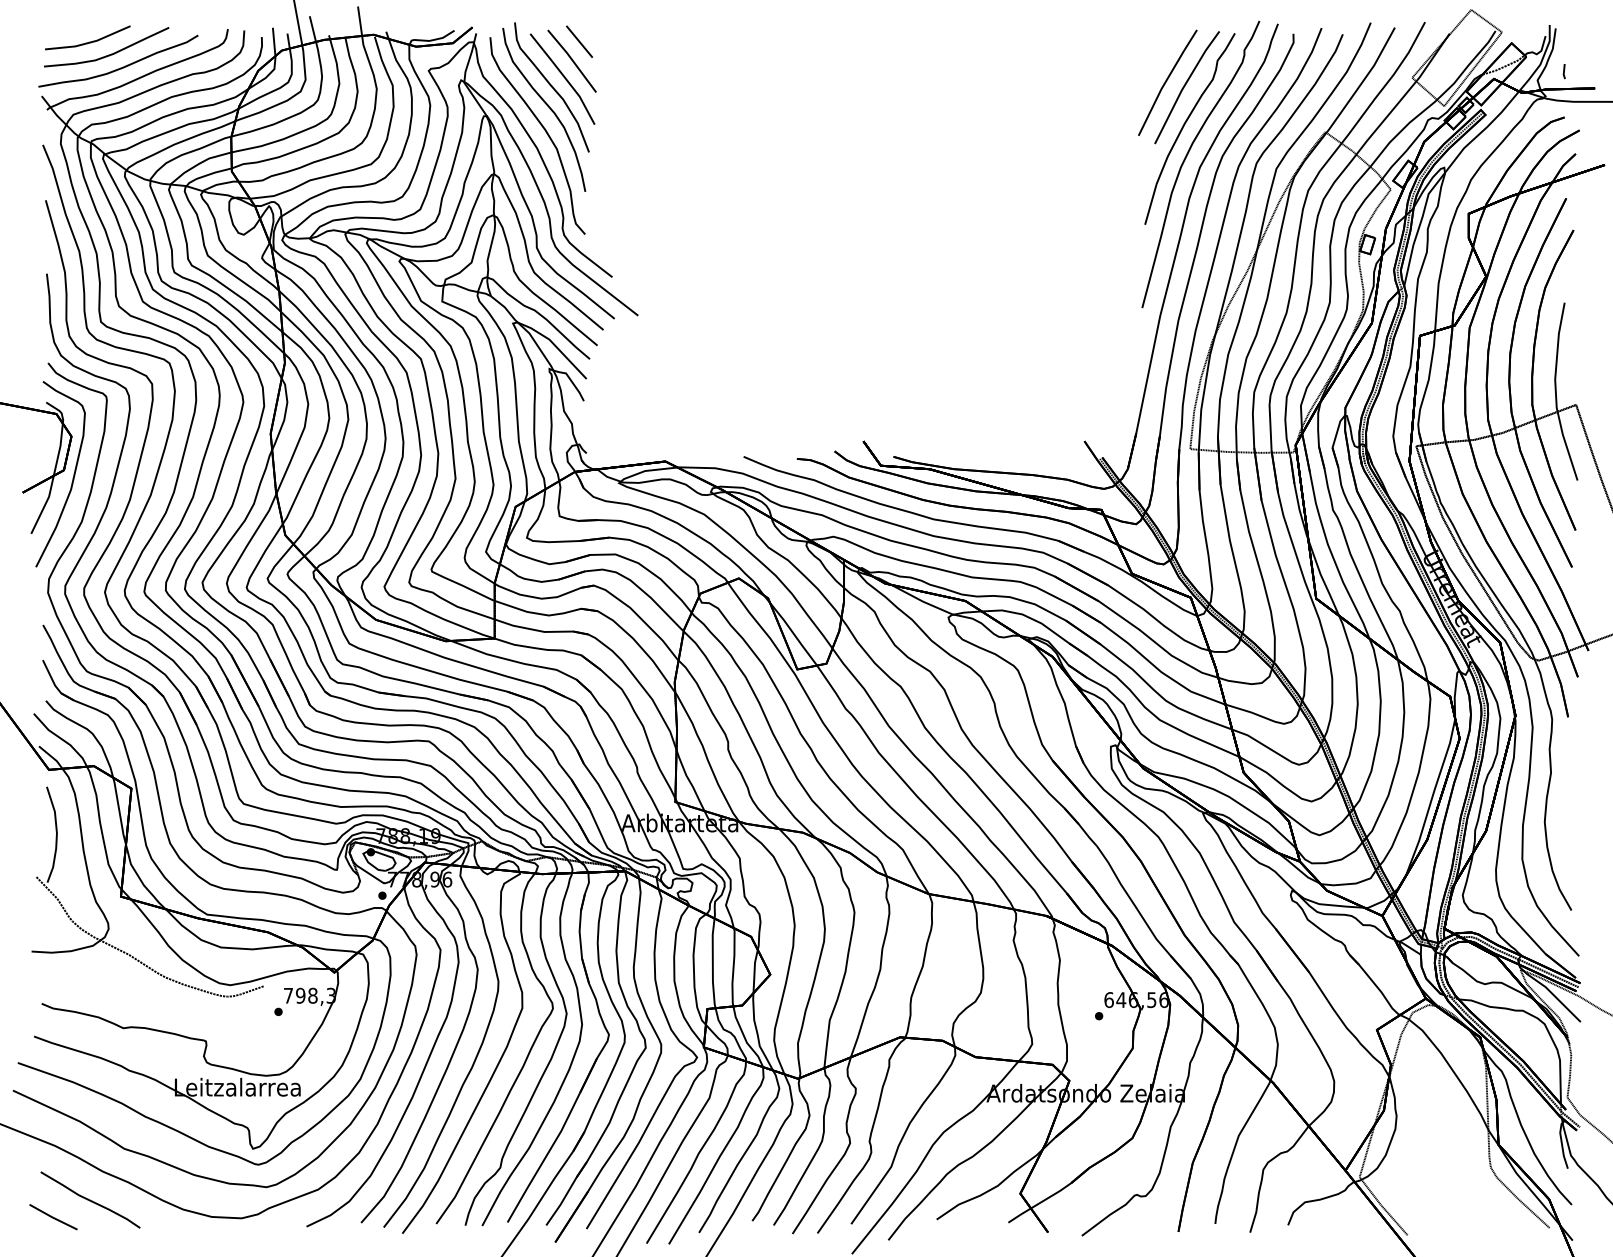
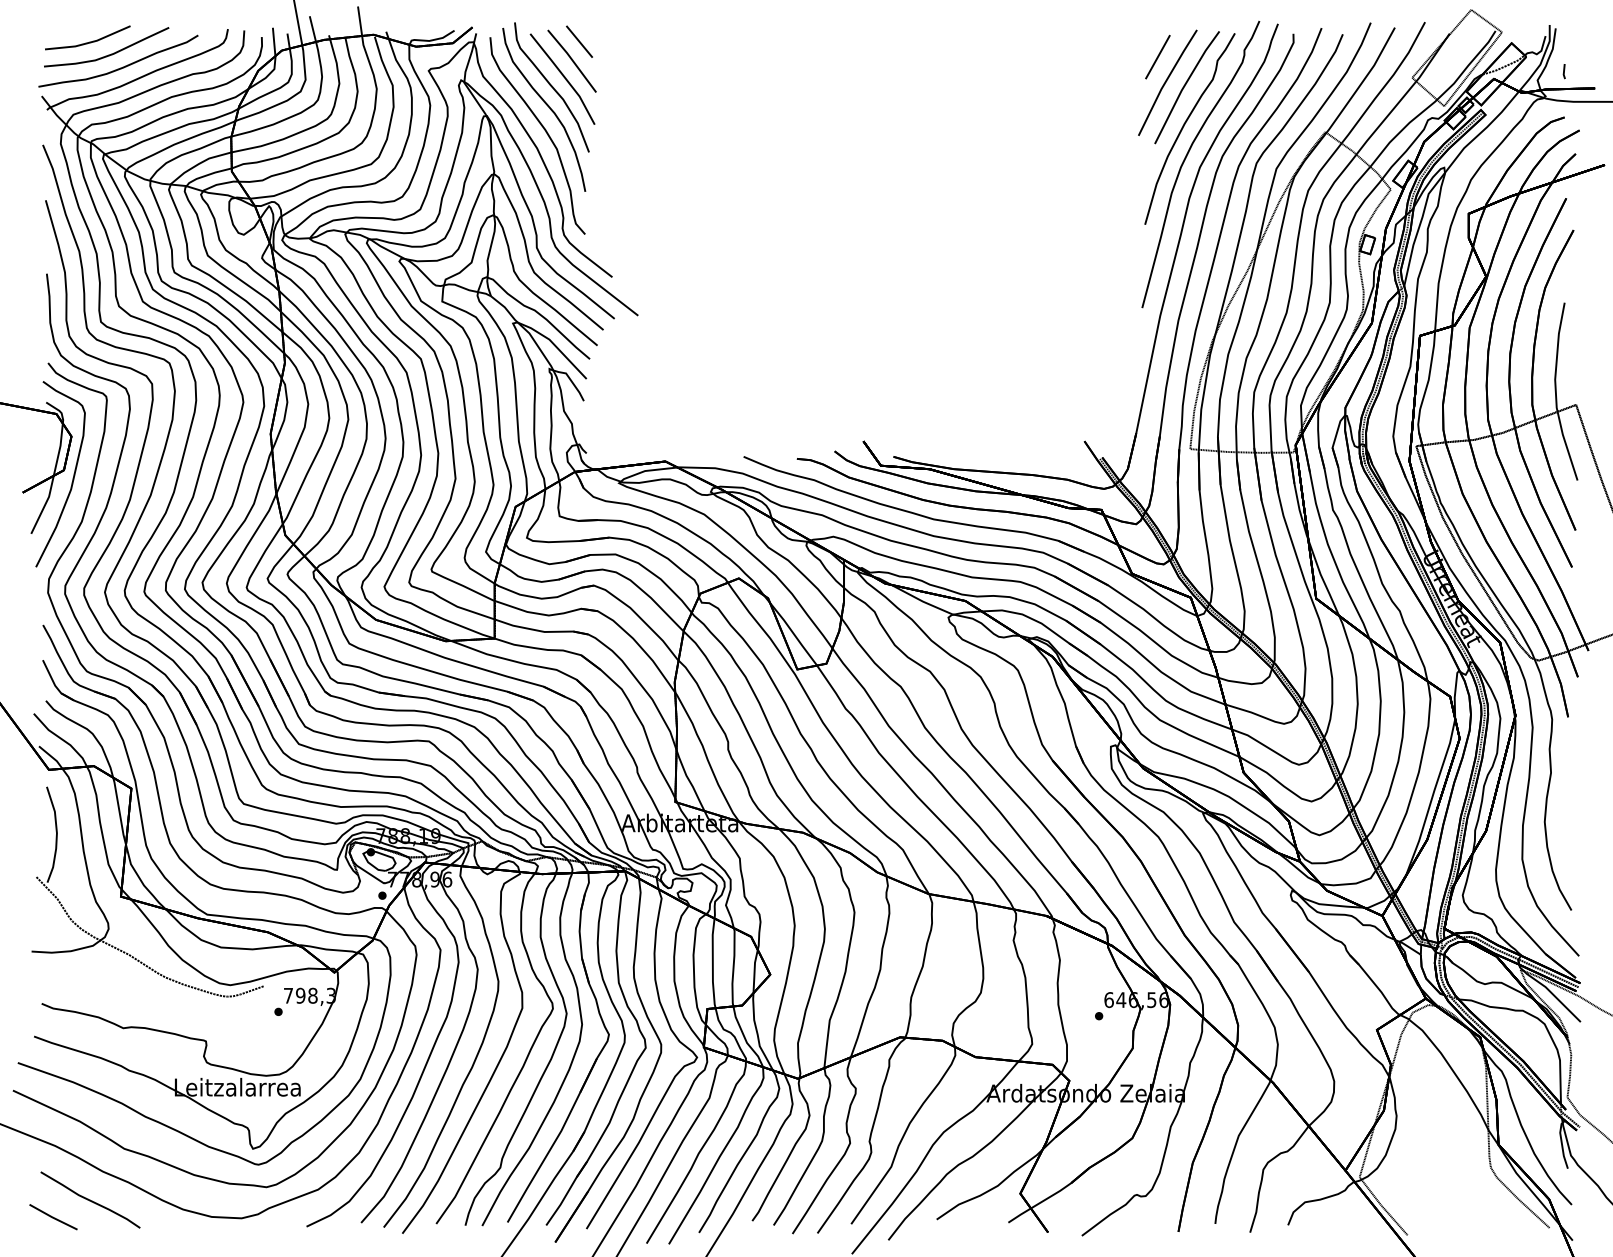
line at (1157, 56): none -> present
